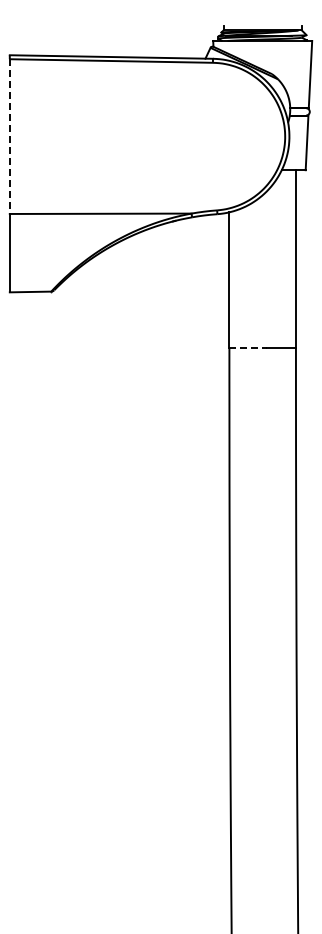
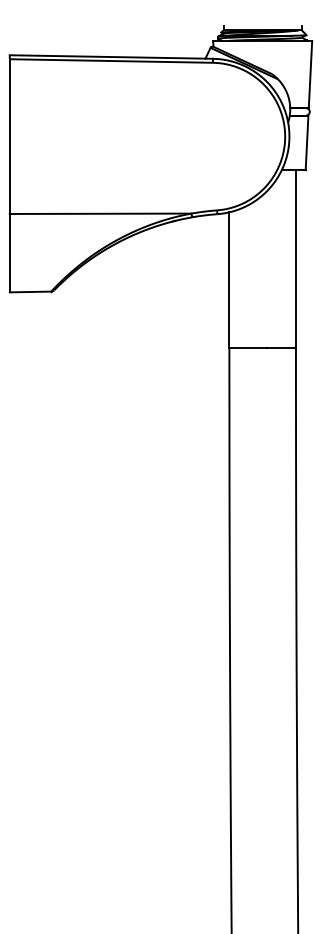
line at (9, 137): dashed -> solid
line at (248, 347): dashed -> solid
